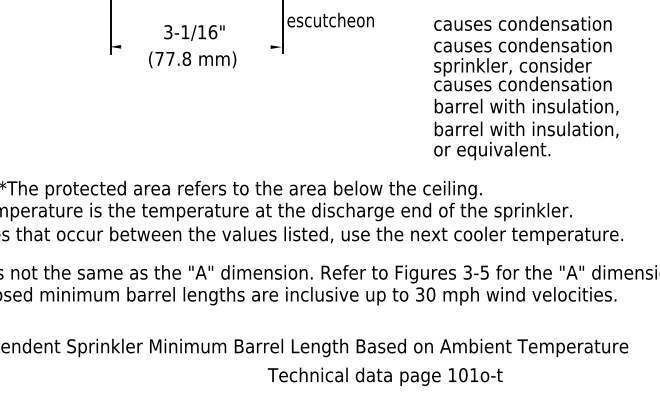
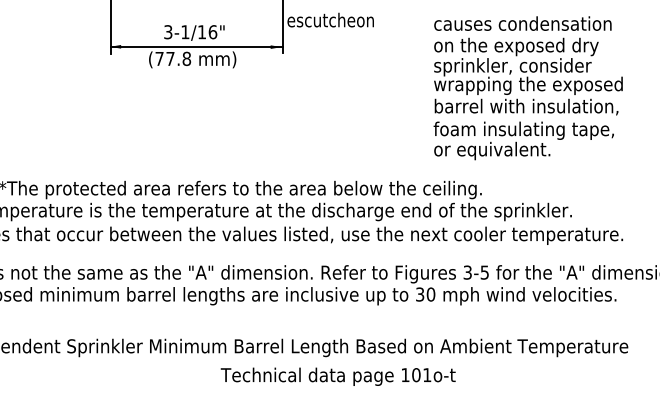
line at (196, 46): none -> present
text at (523, 46): causes condensation -> on the exposed dry
text at (528, 85): causes condensation -> wrapping the exposed
text at (525, 130): barrel with insulation, -> foam insulating tape,
text at (384, 376) position: (384, 376) -> (337, 376)
